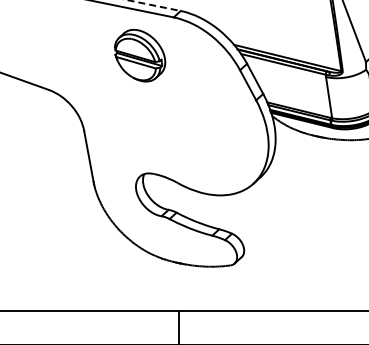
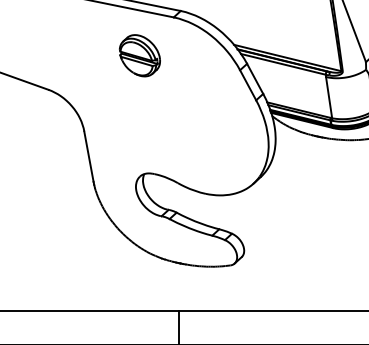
line at (154, 5): dashed -> solid
part at (140, 55) size: 53x54 px -> 43x44 px
